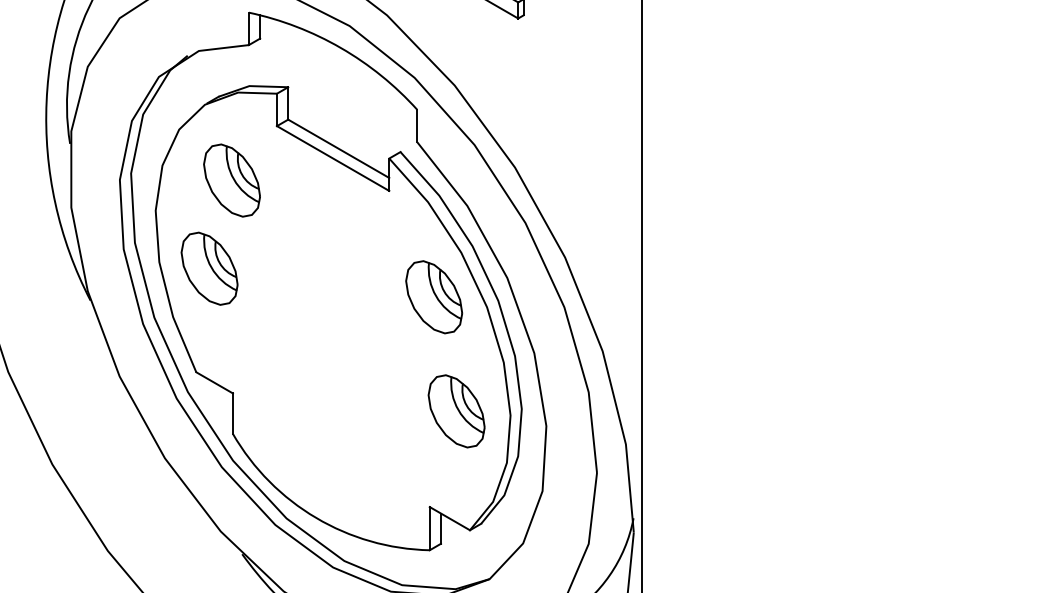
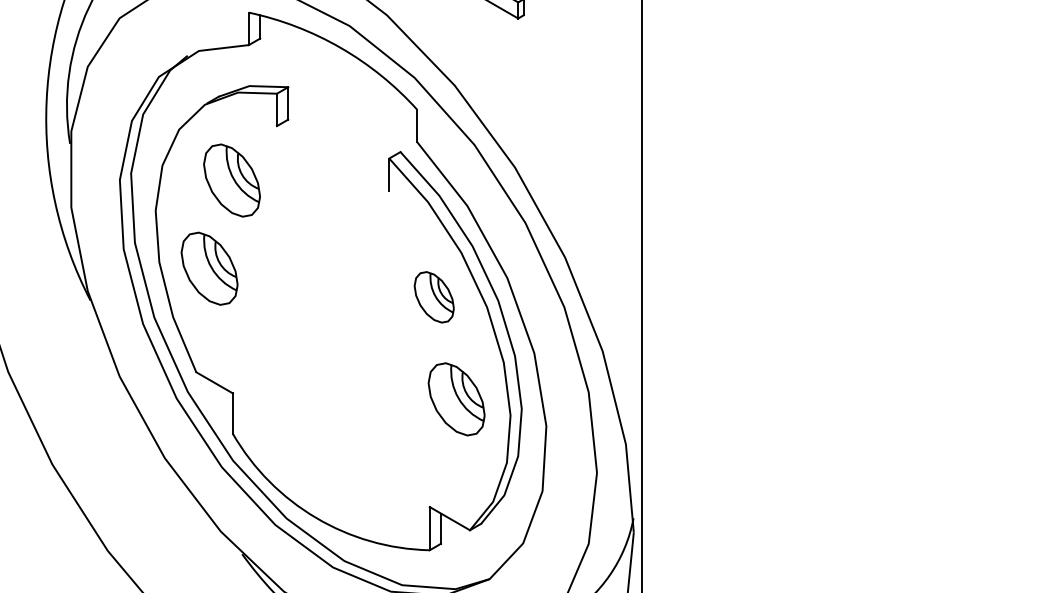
line at (338, 148): present -> none
line at (333, 158): present -> none
part at (434, 297) size: 59x75 px -> 42x53 px
part at (456, 411) position: (456, 411) -> (456, 399)
